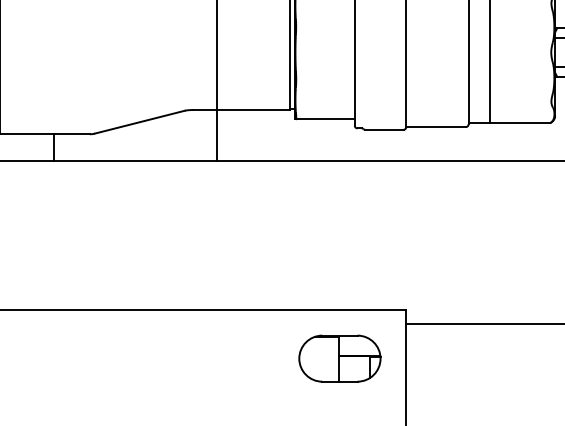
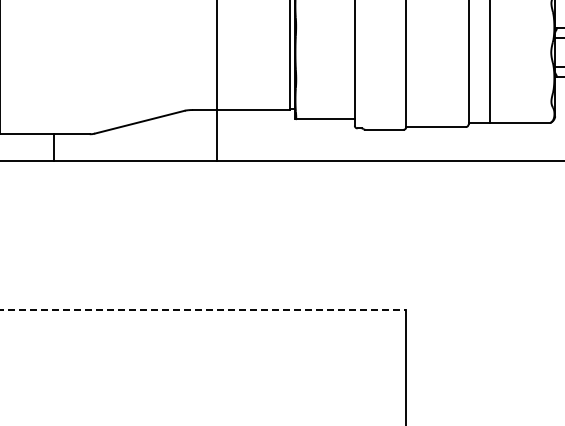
line at (203, 309): solid -> dashed
line at (483, 323): present -> none
part at (339, 358): present -> none
